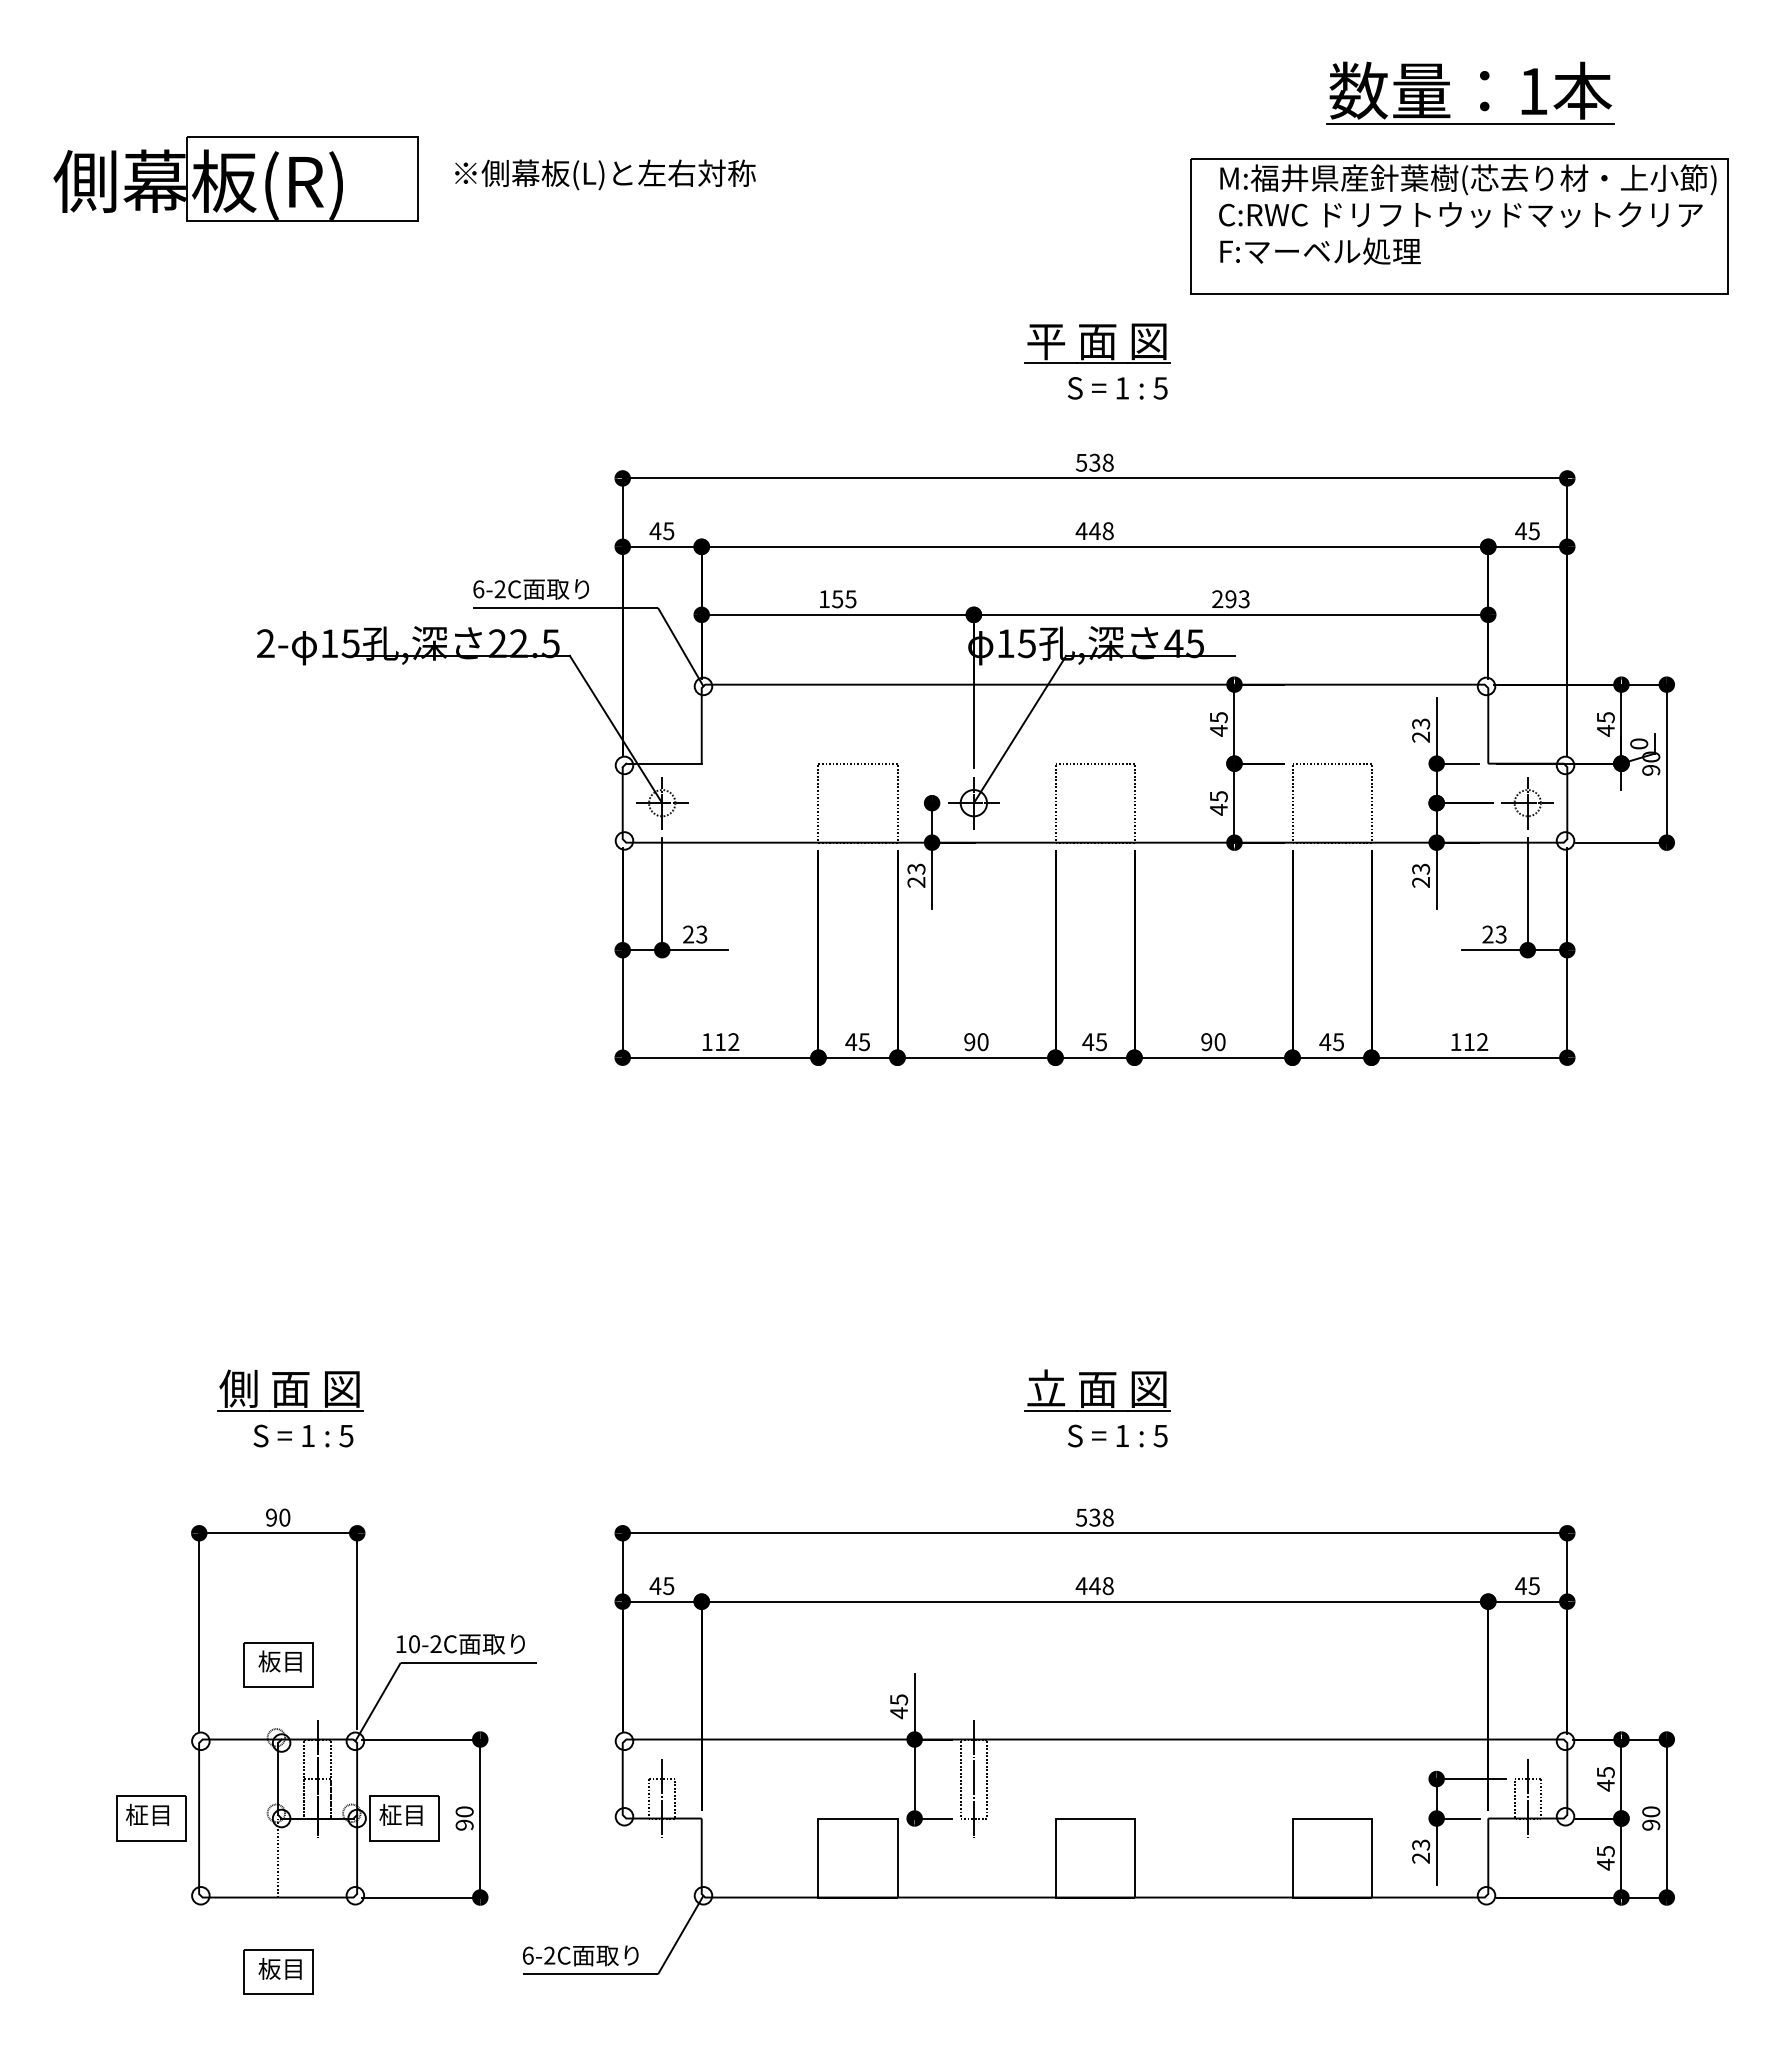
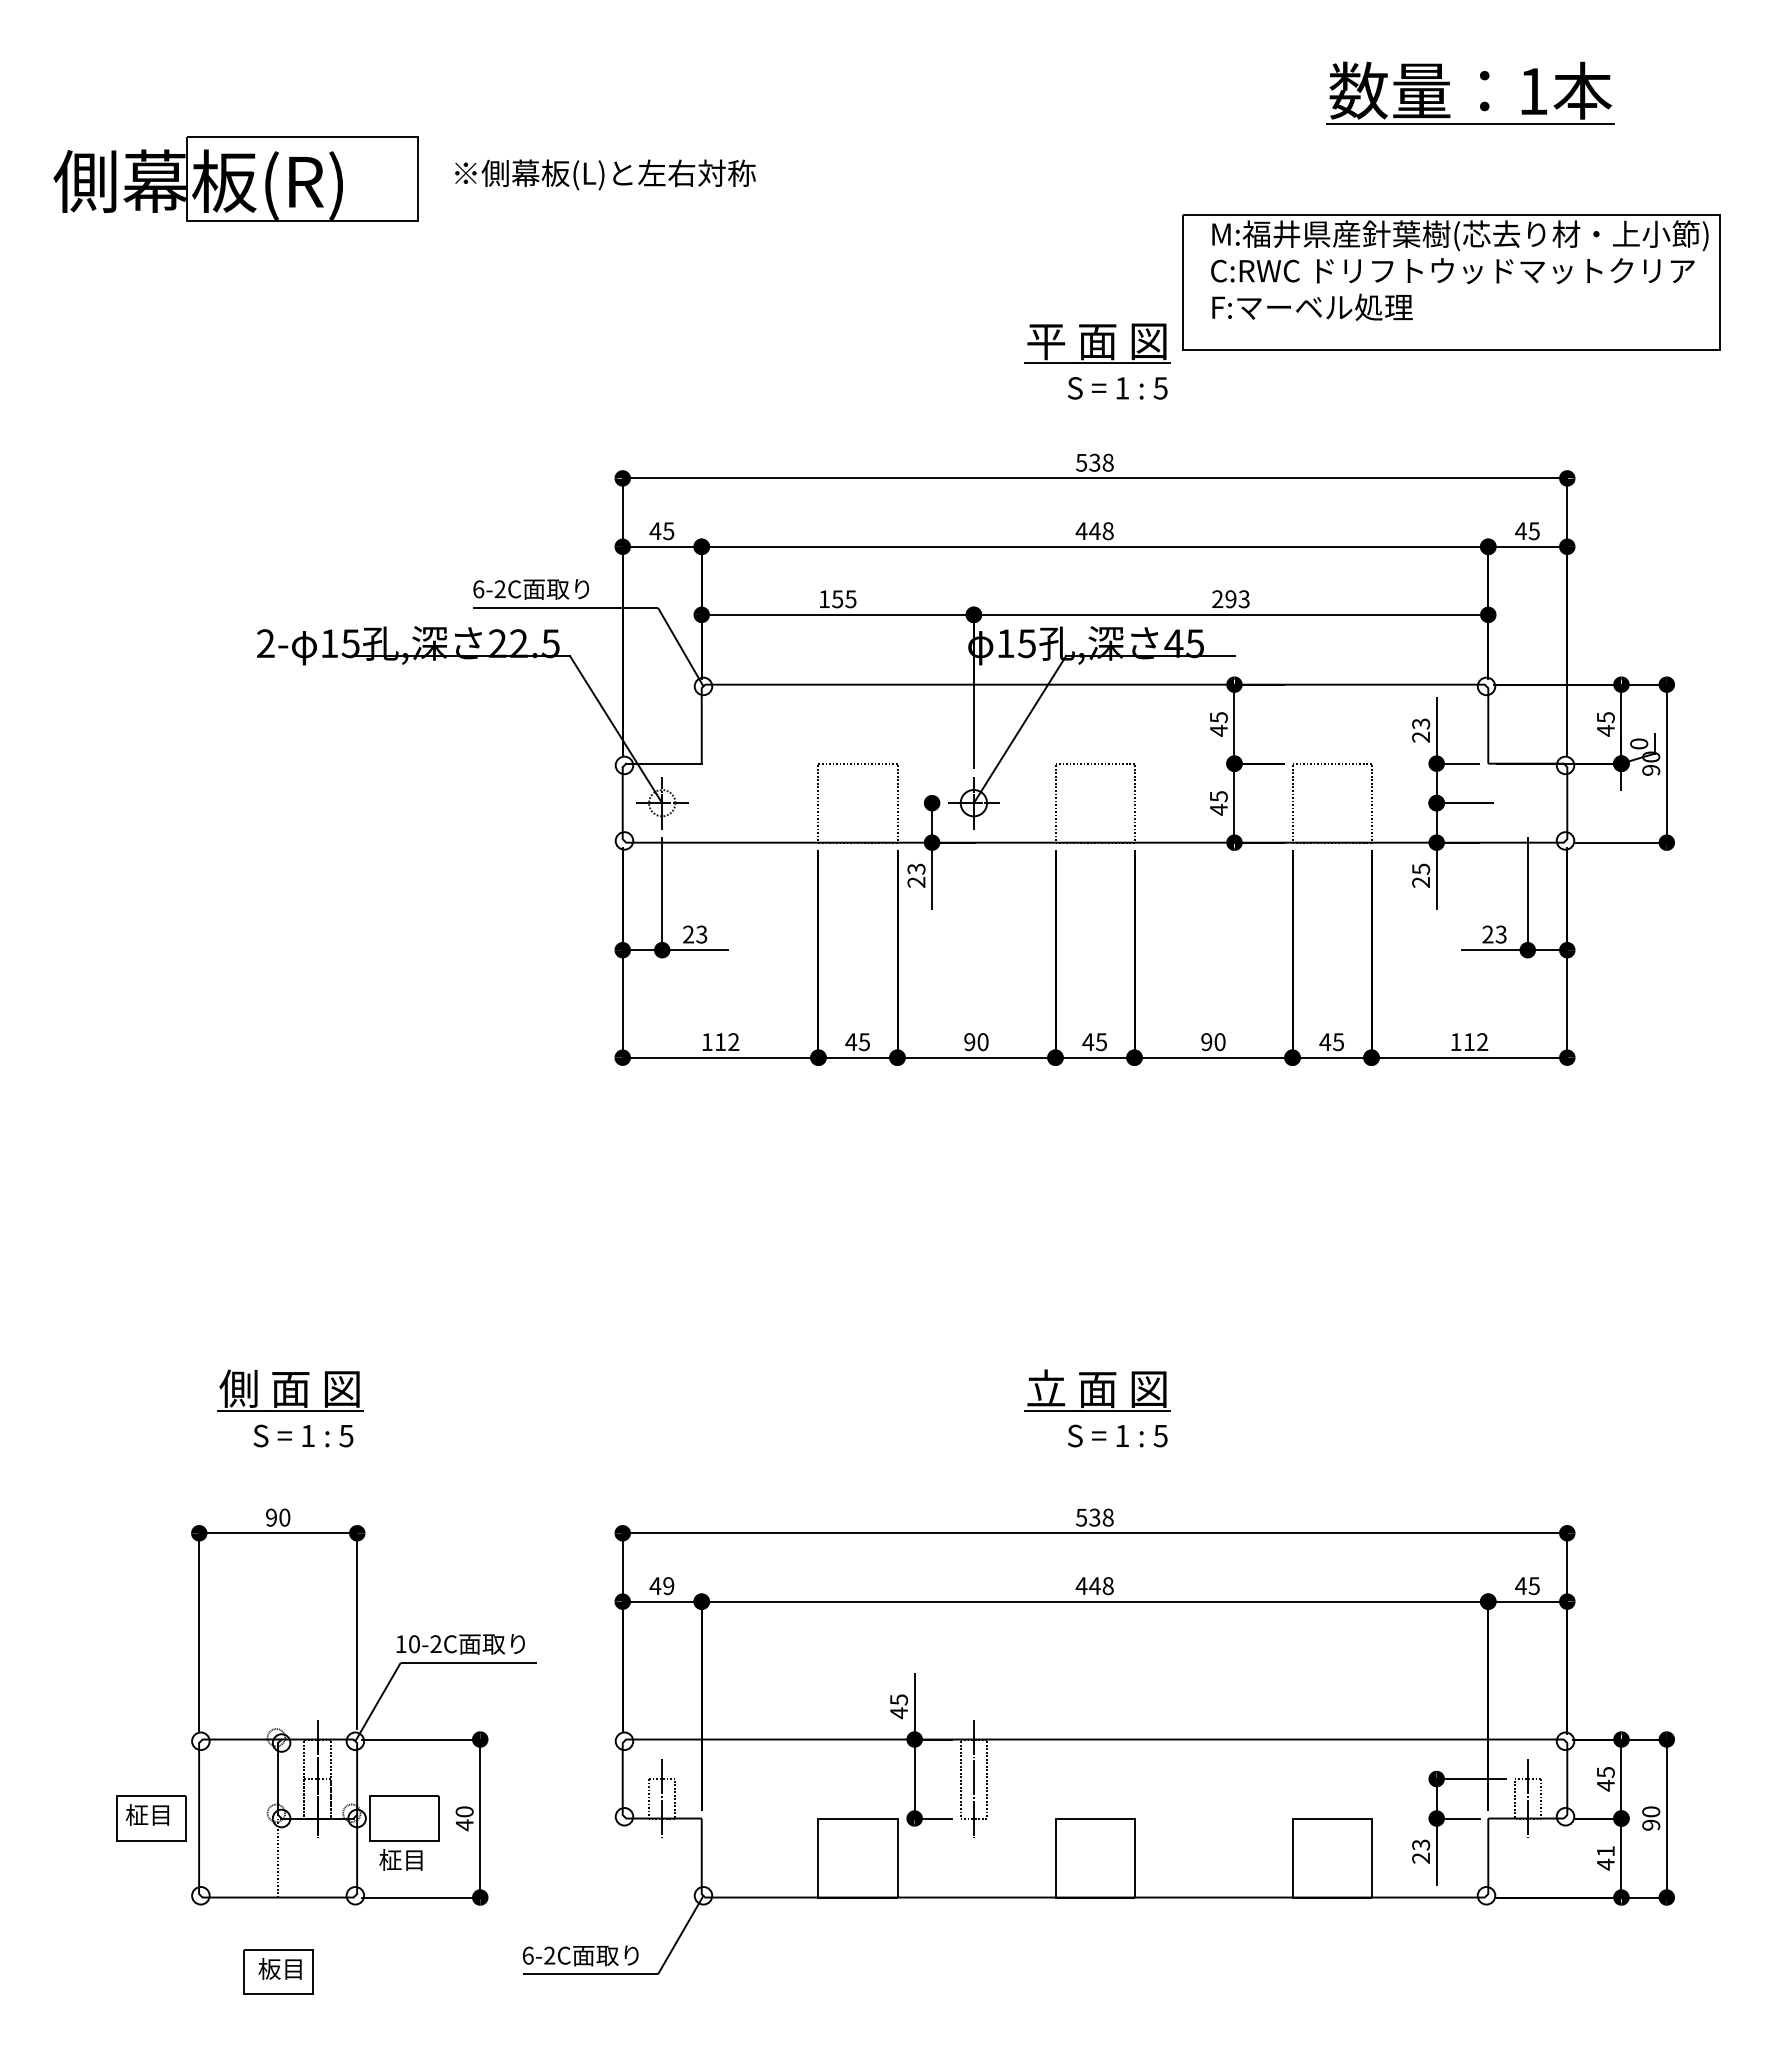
part at (1459, 226) position: (1459, 226) -> (1451, 282)
part at (1527, 803): present -> none
text at (1420, 868): 23 -> 25
text at (668, 1585): 45 -> 49
part at (278, 1664): present -> none
text at (400, 1814) position: (400, 1814) -> (400, 1859)
text at (464, 1825): 90 -> 40
text at (1605, 1851): 45 -> 41
